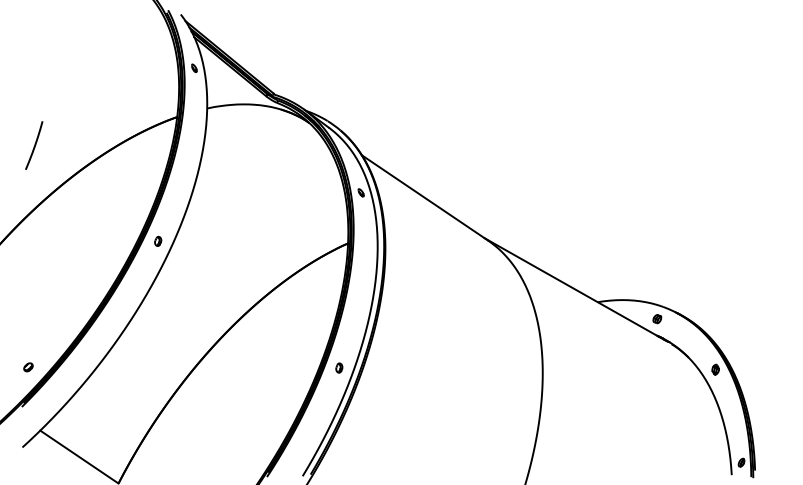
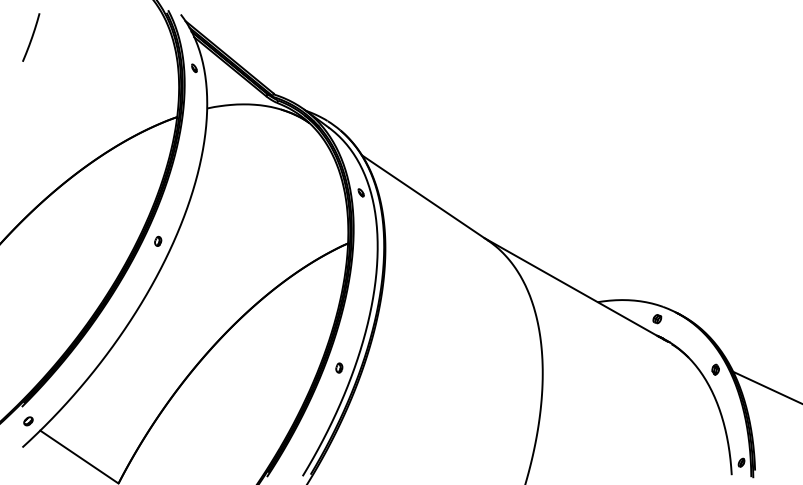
line at (34, 145) position: (34, 145) -> (31, 37)
part at (28, 367) position: (28, 367) -> (28, 421)
line at (766, 386): none -> present
